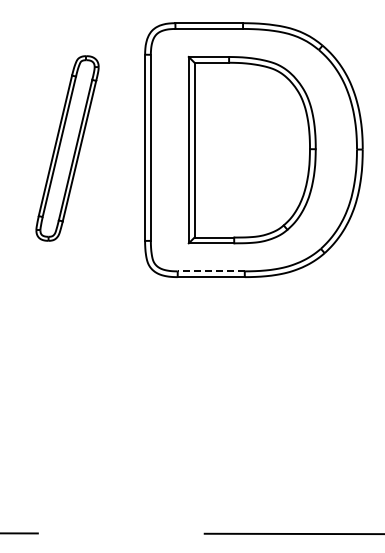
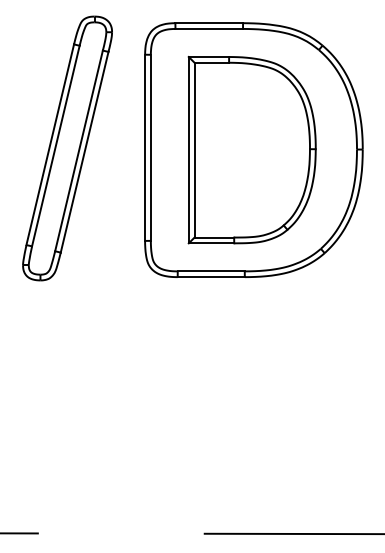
part at (67, 148) size: 65x187 px -> 91x267 px
line at (211, 271): dashed -> solid
